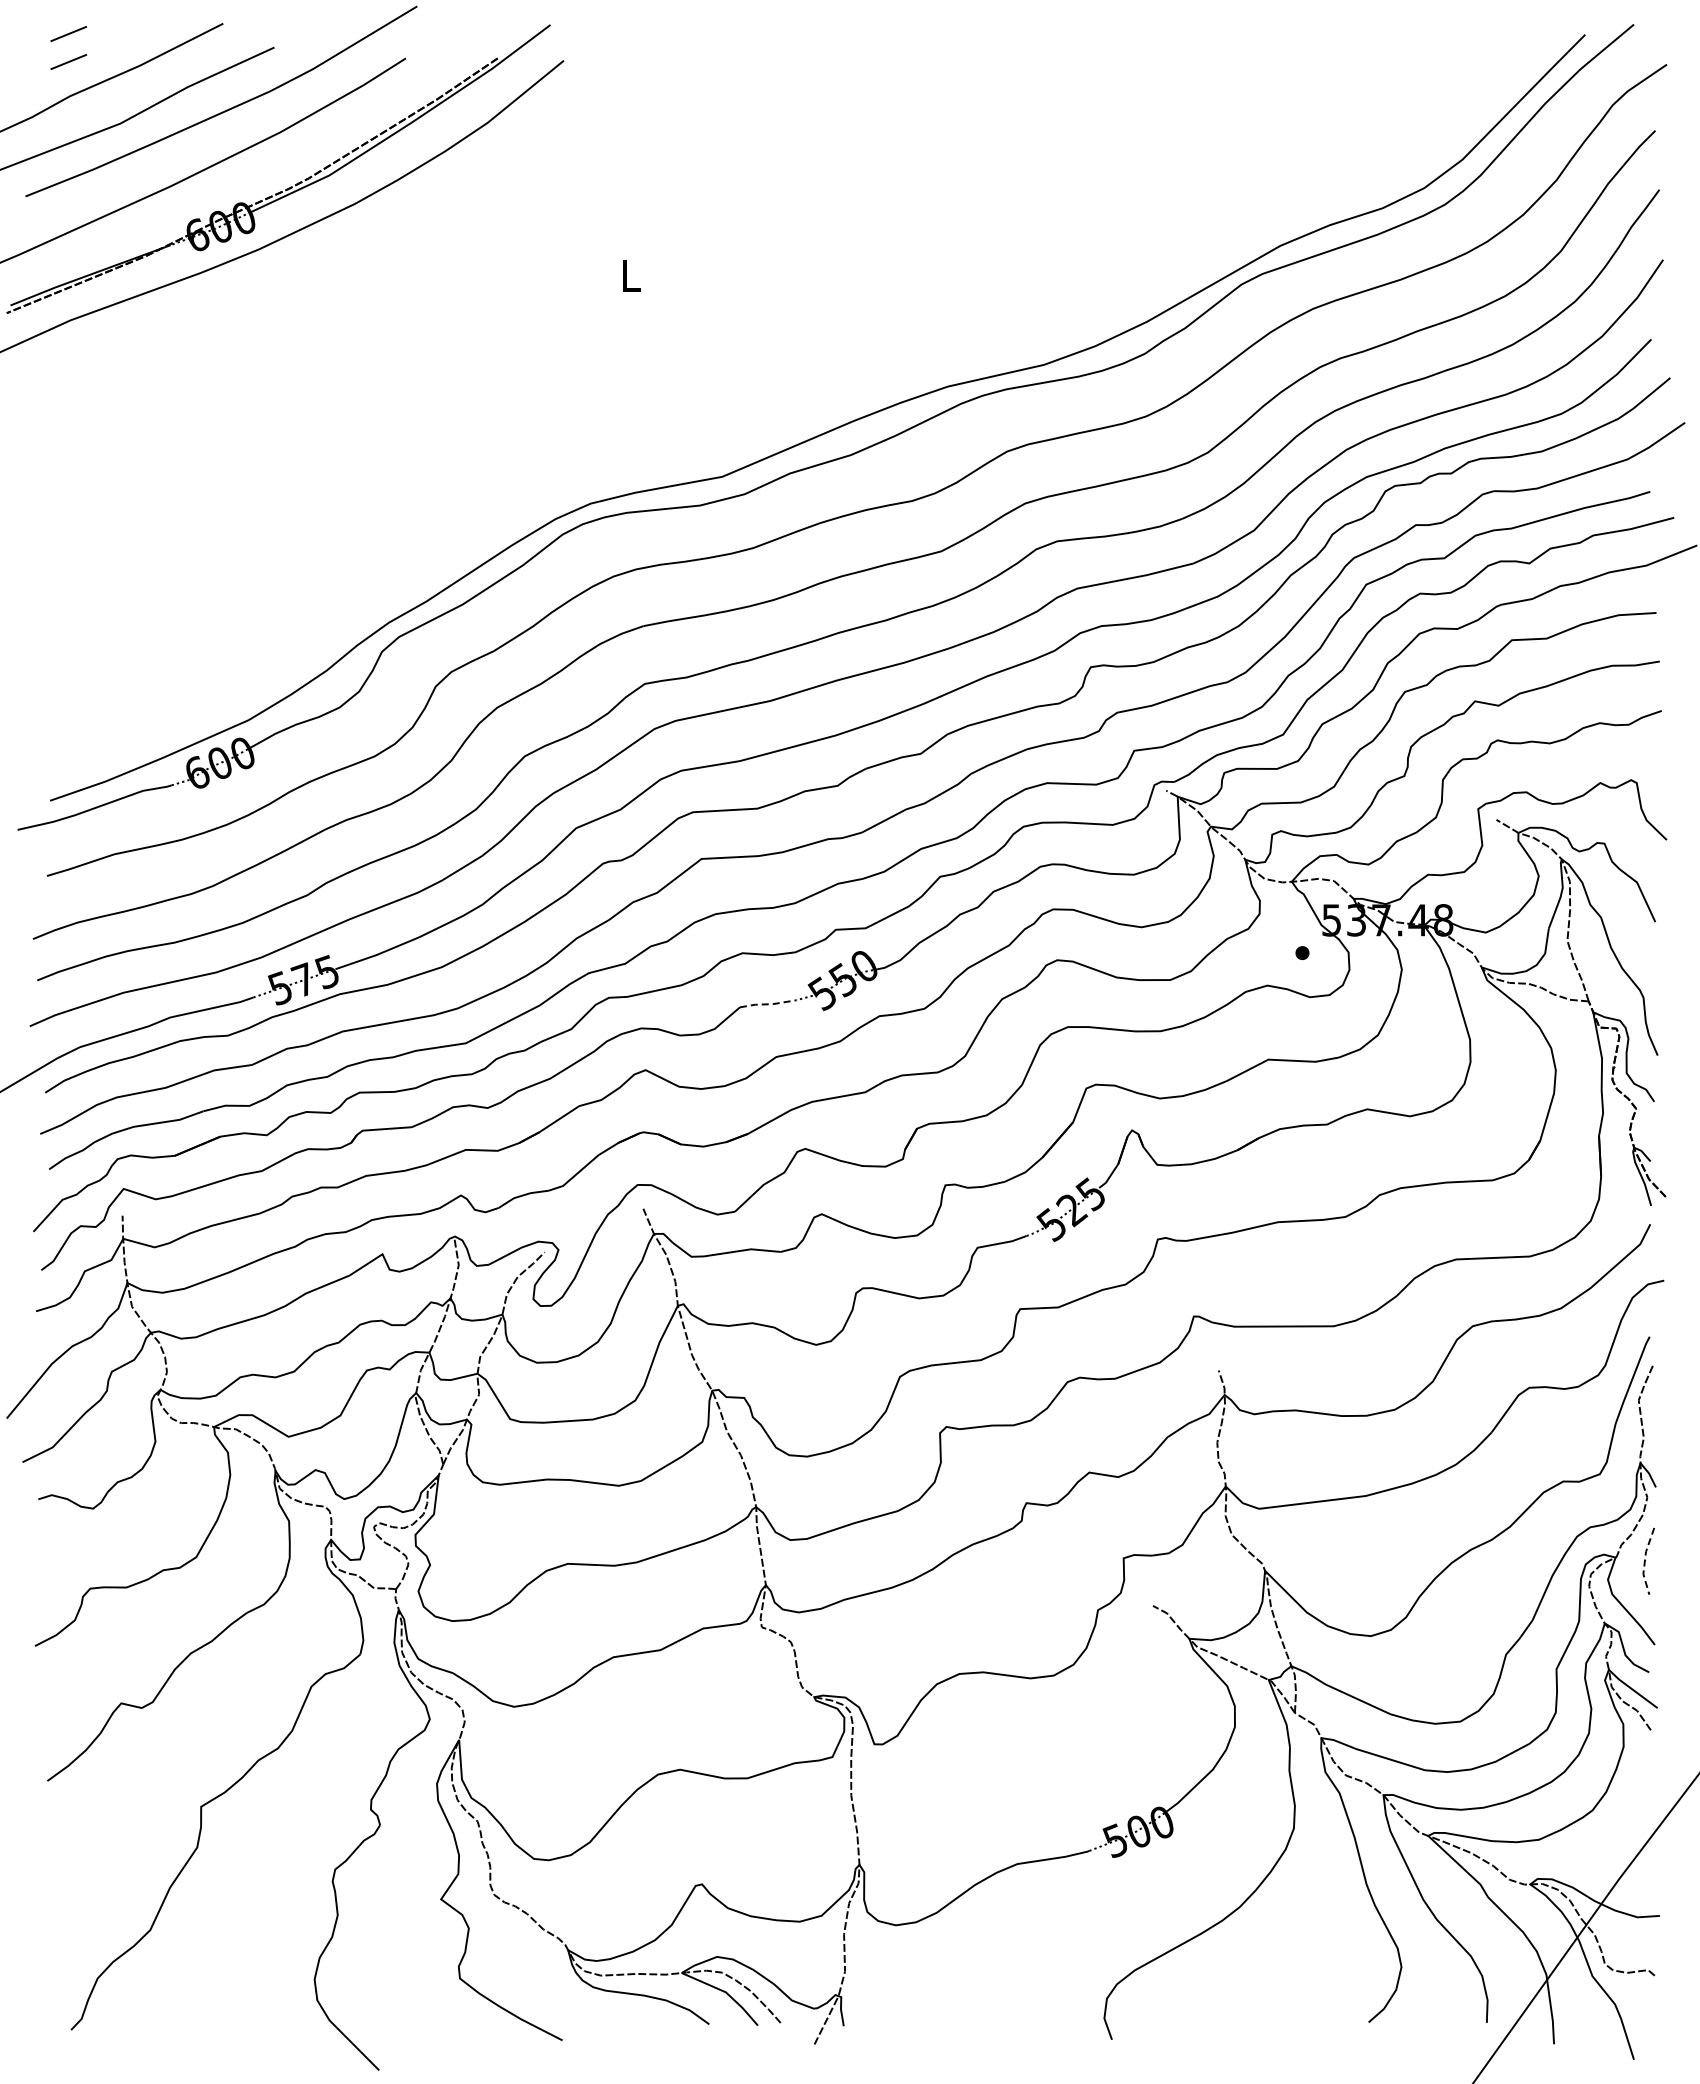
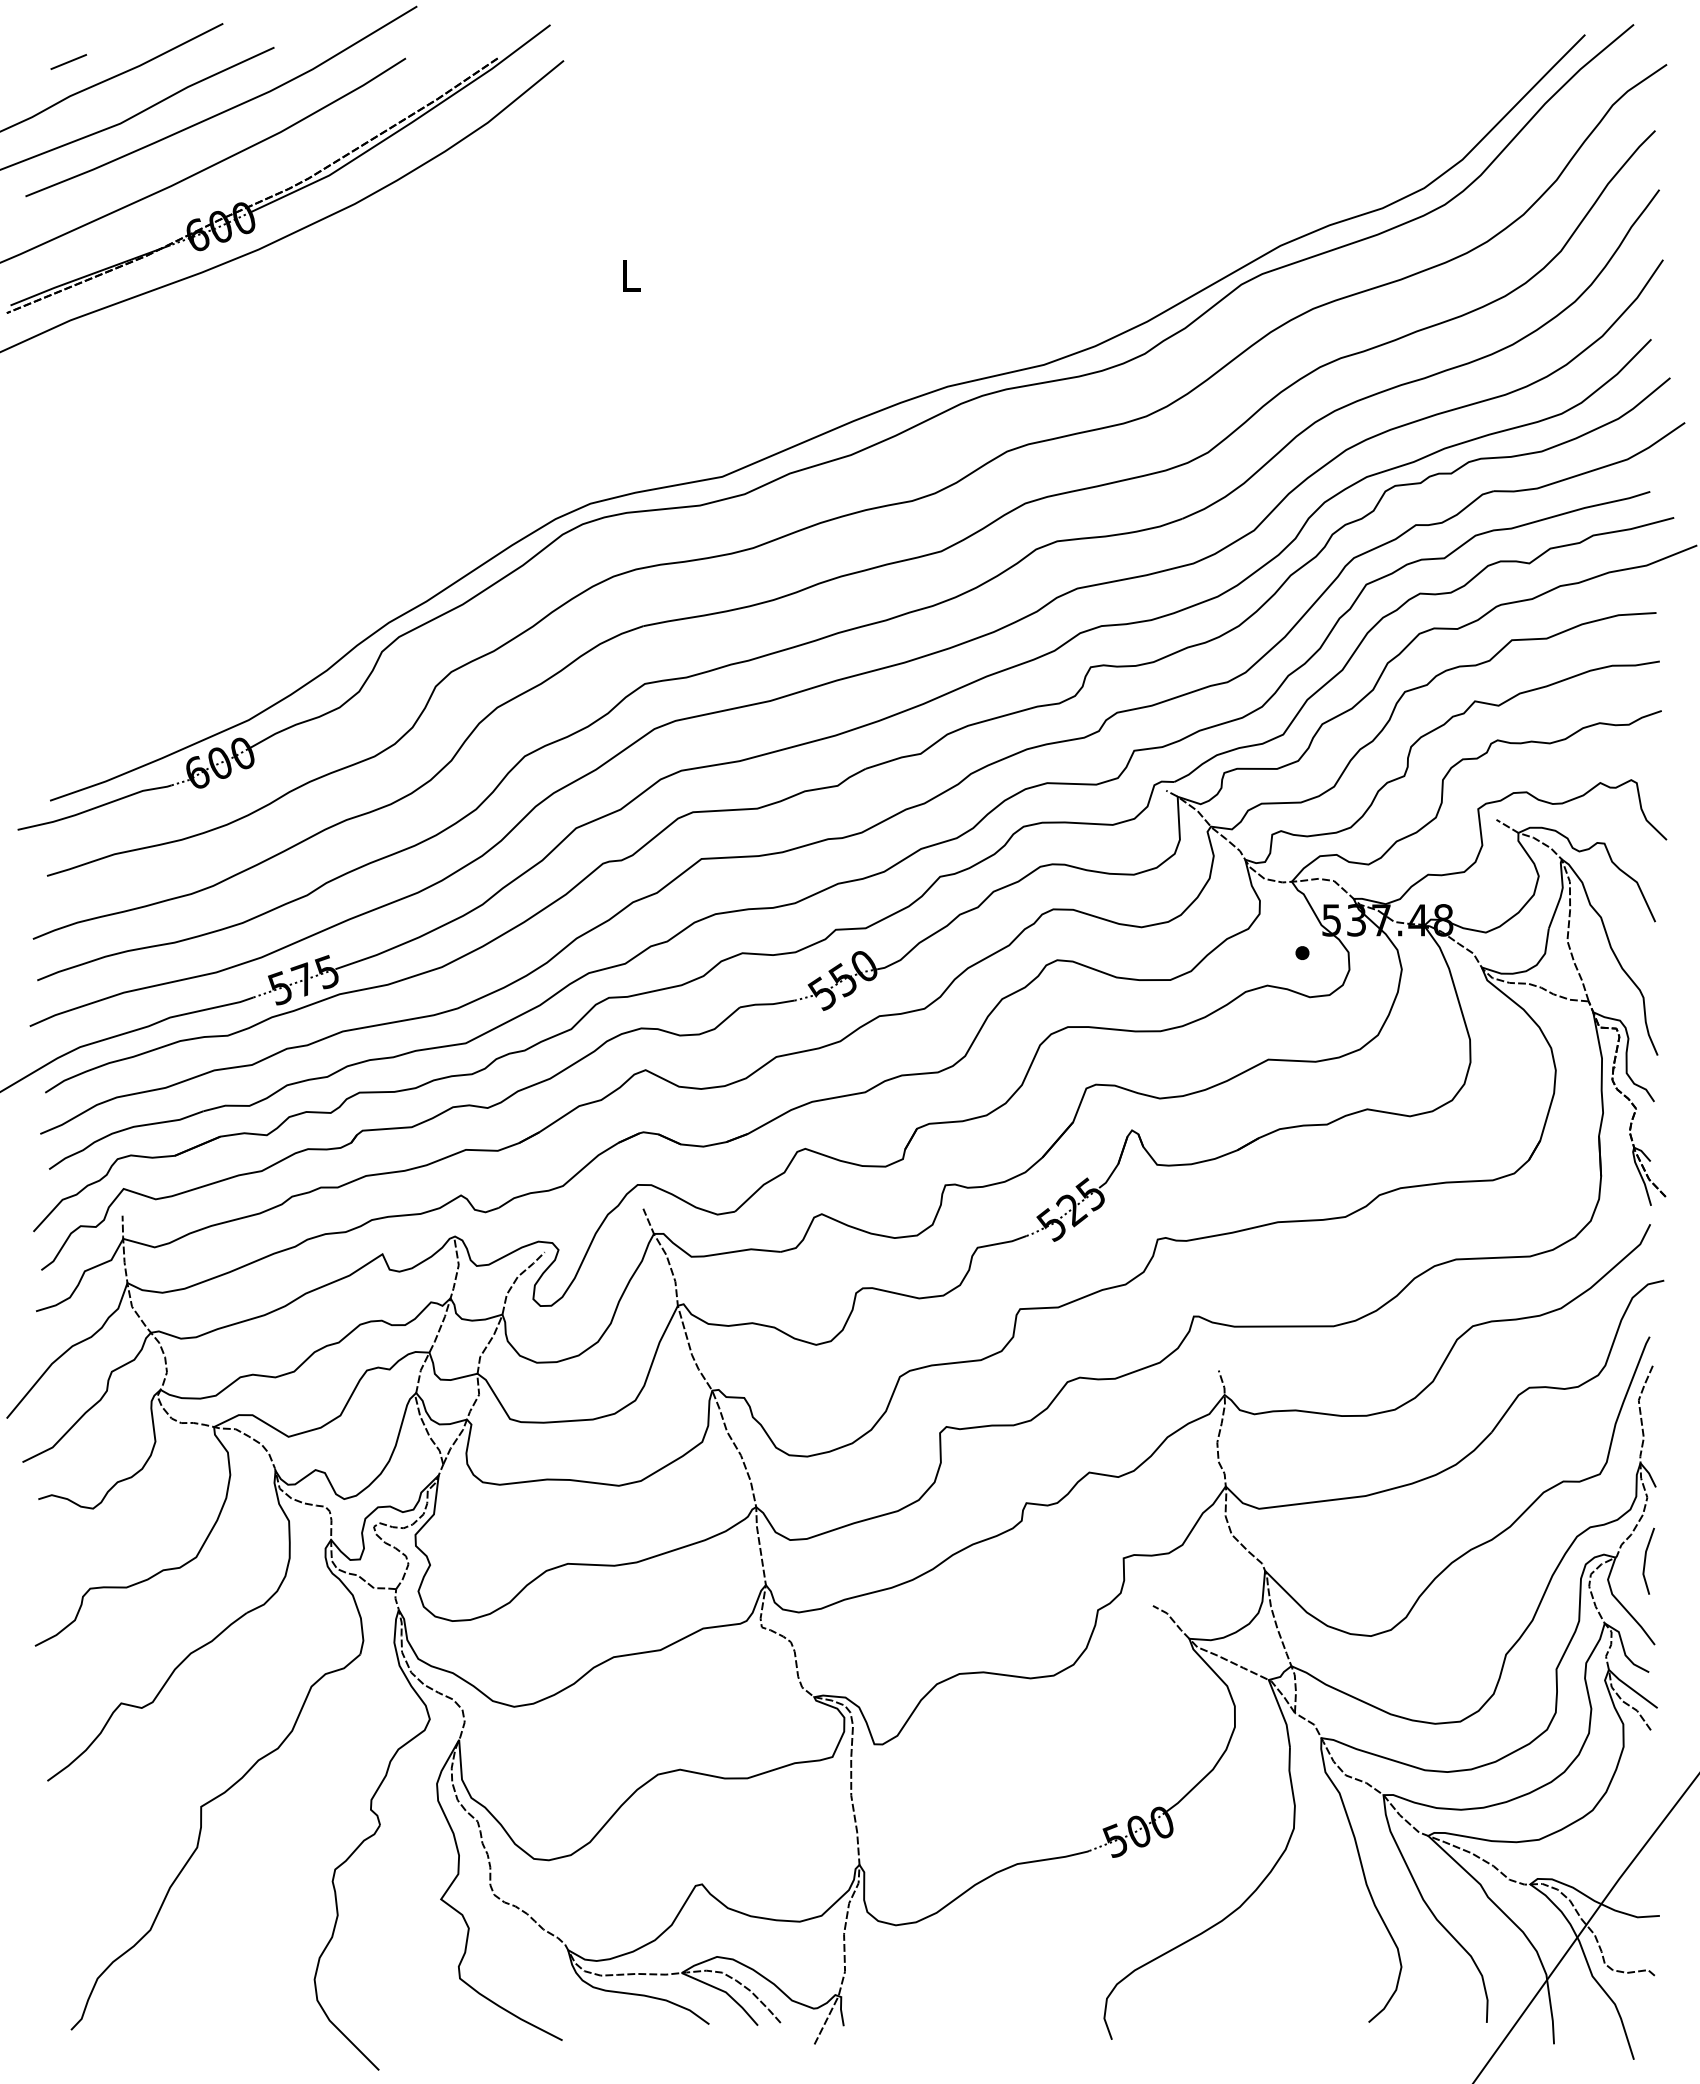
line at (68, 33): present -> none
line at (767, 1004): dashed -> solid
line at (1644, 1561): dashed -> solid
